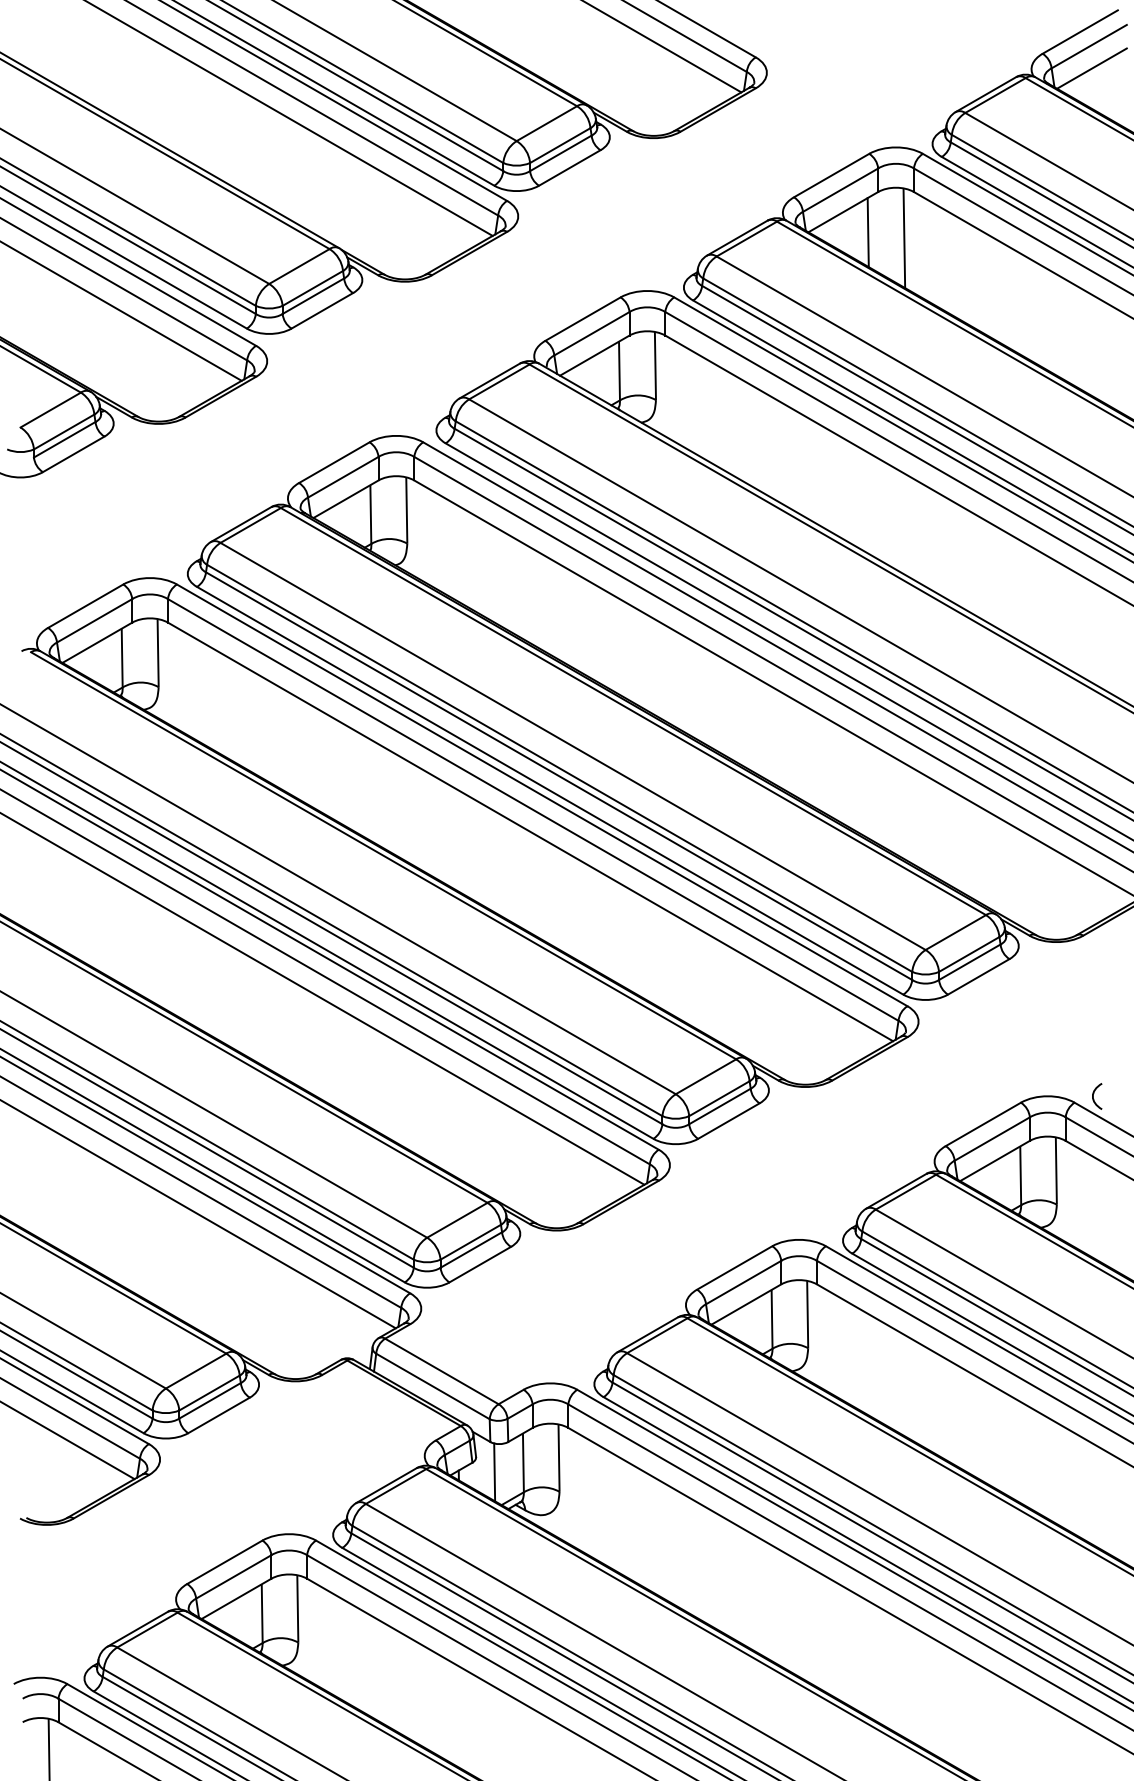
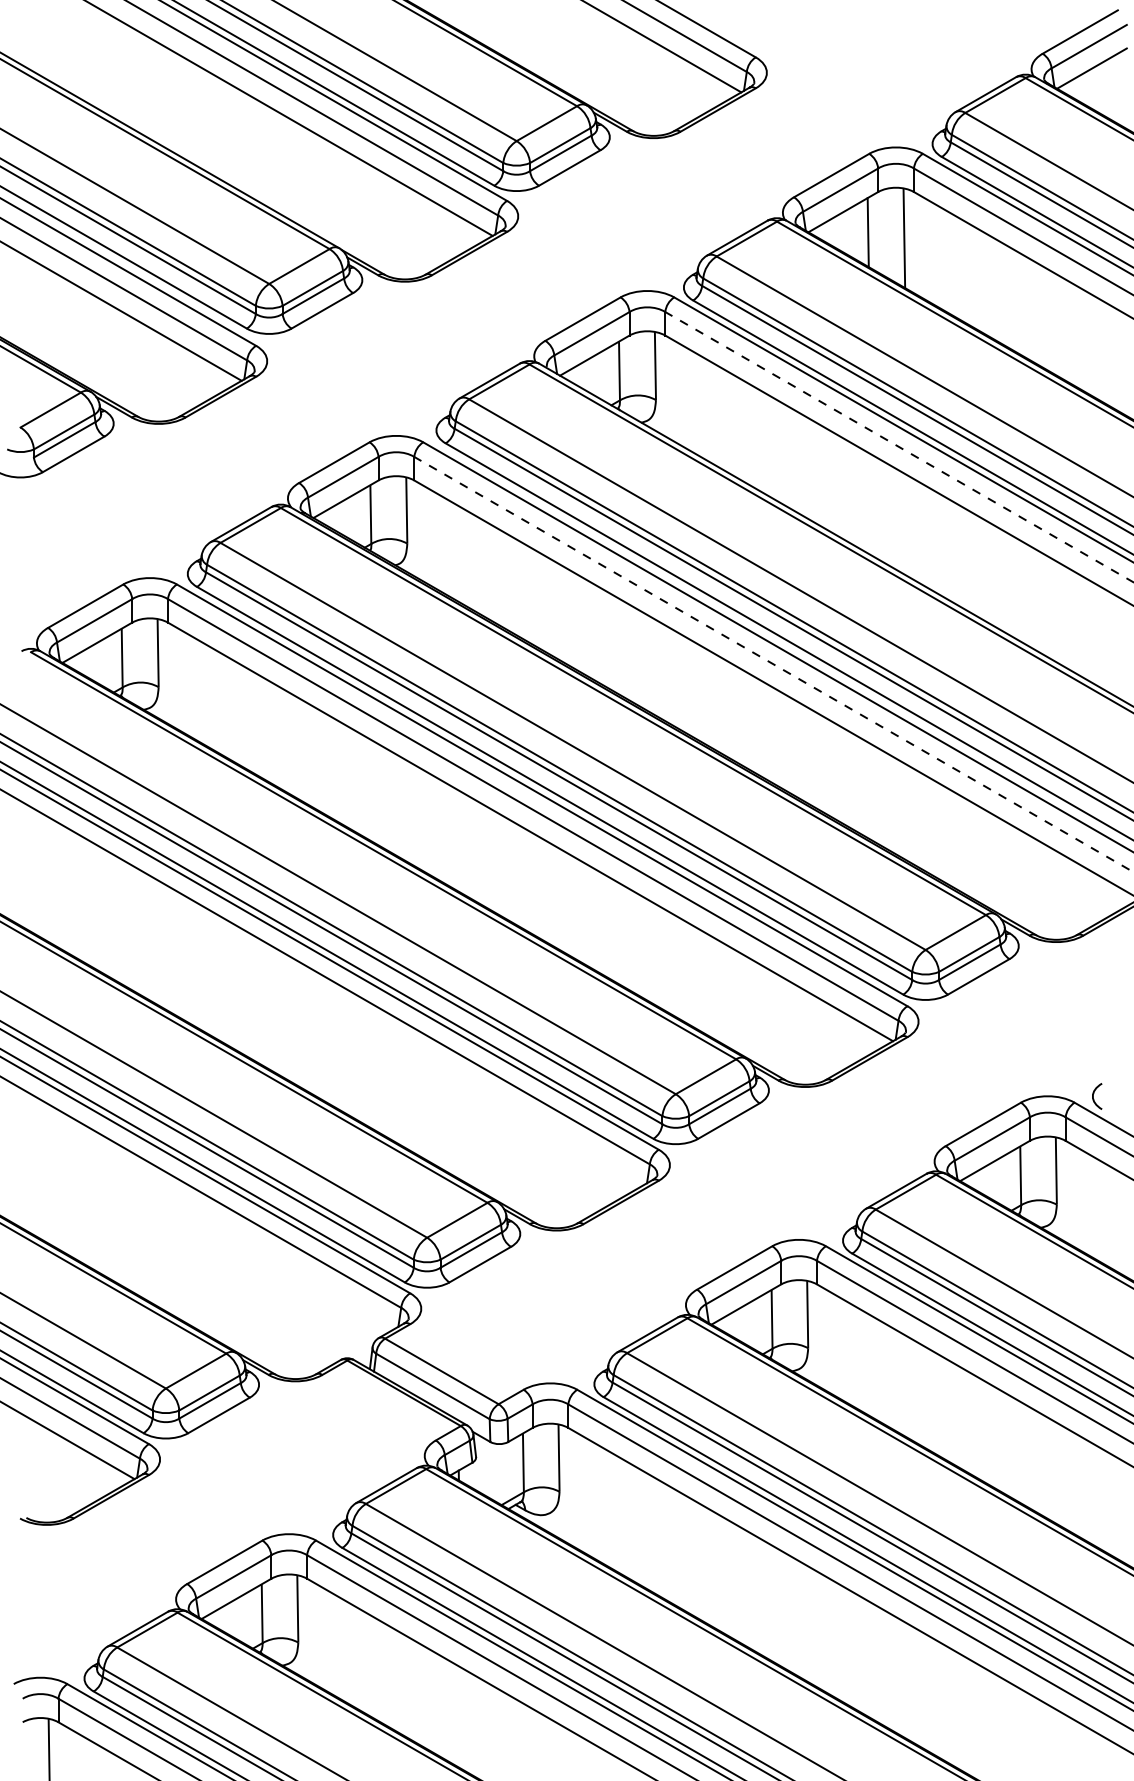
line at (899, 446): solid -> dashed
line at (773, 664): solid -> dashed
line at (323, 999): present -> none
line at (198, 1214): present -> none
line at (494, 1472): present -> none
